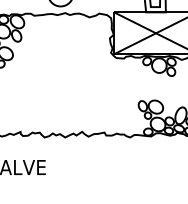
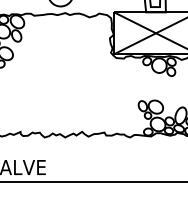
line at (93, 182): none -> present
